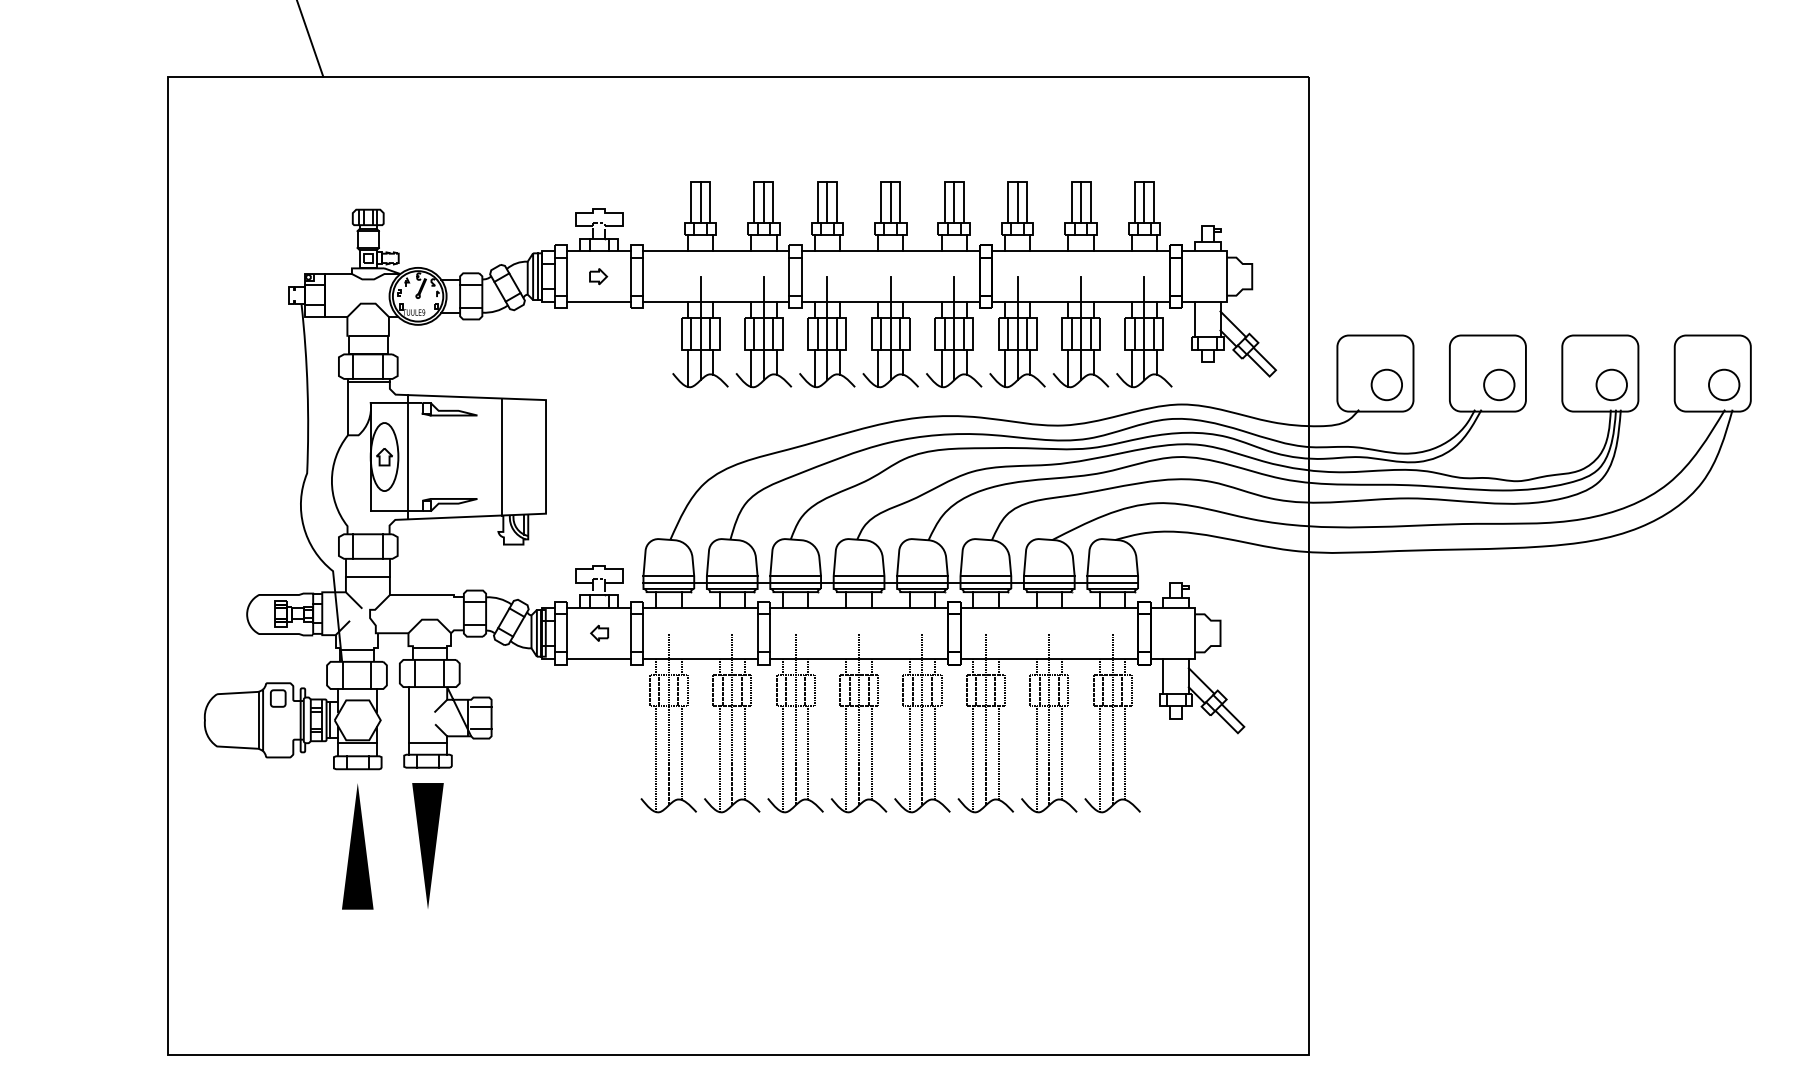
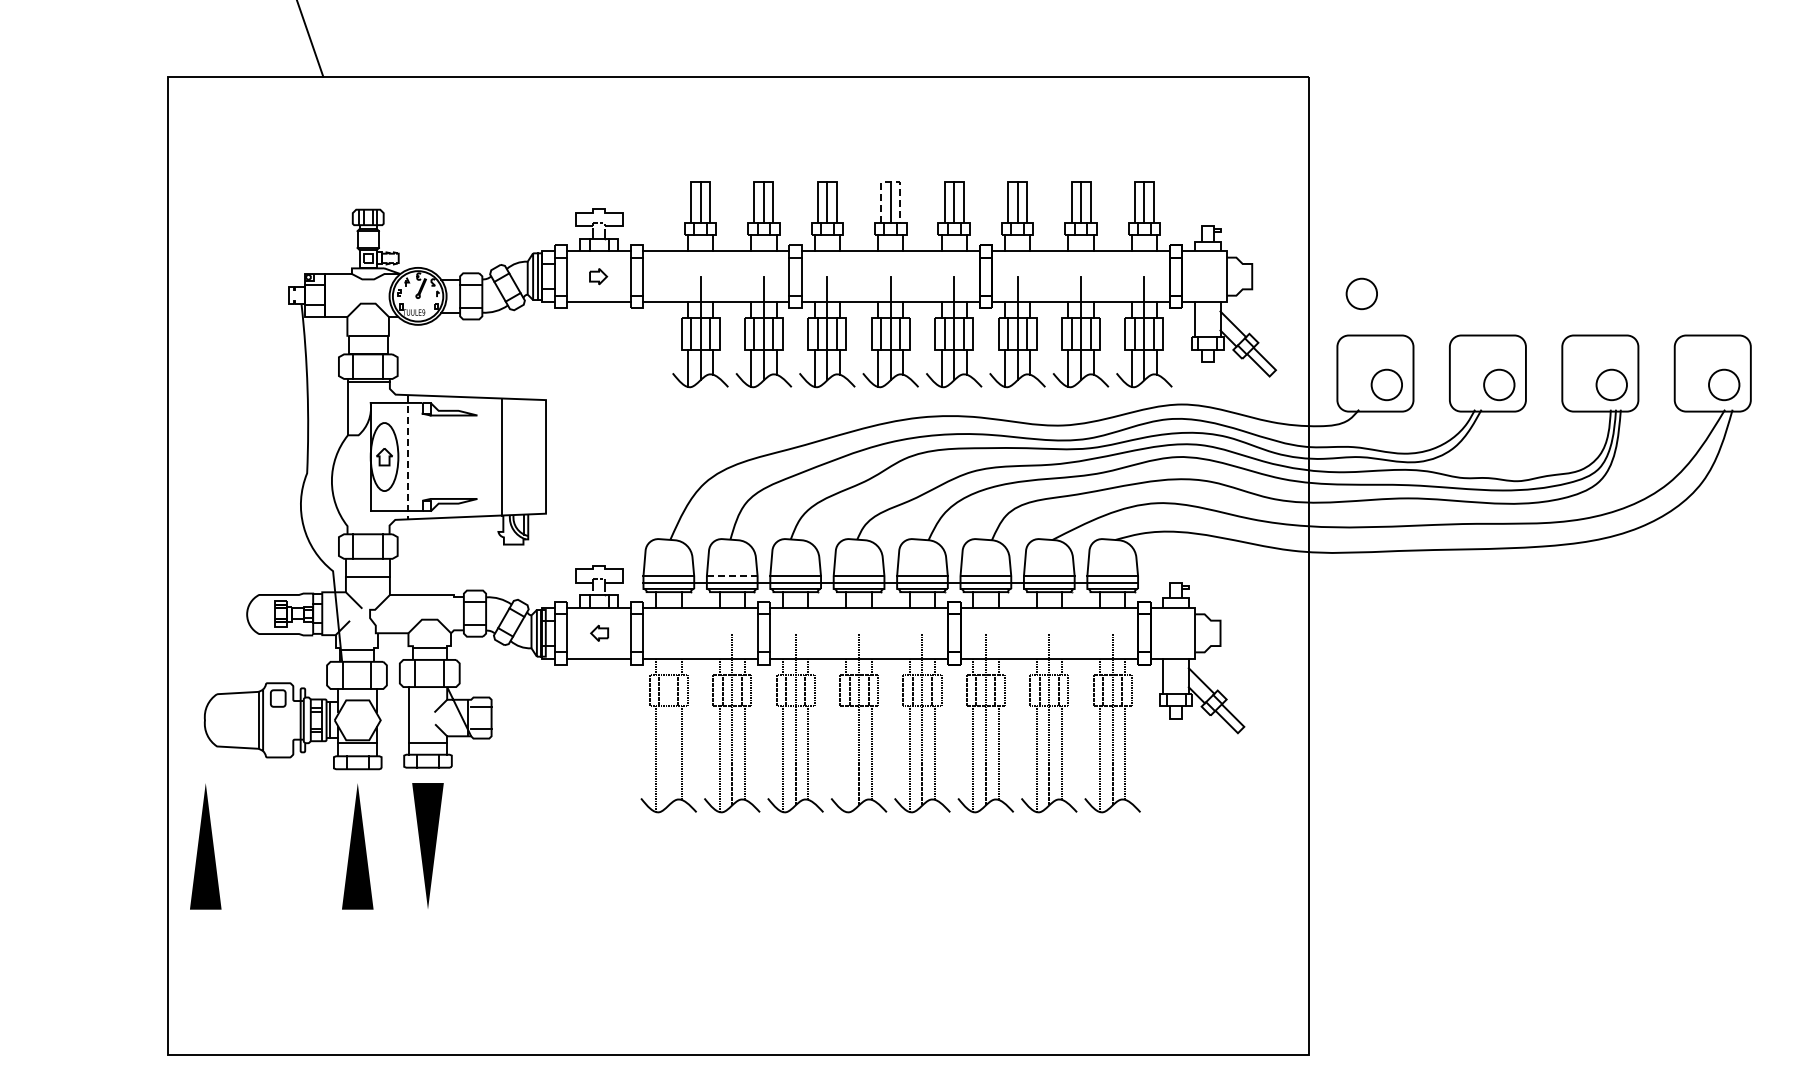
line at (890, 182): solid -> dashed
circle at (1361, 293): none -> present
line at (408, 457): solid -> dashed
line at (732, 576): solid -> dashed
line at (668, 719): present -> none
line at (846, 759): present -> none
line at (205, 846): none -> present
